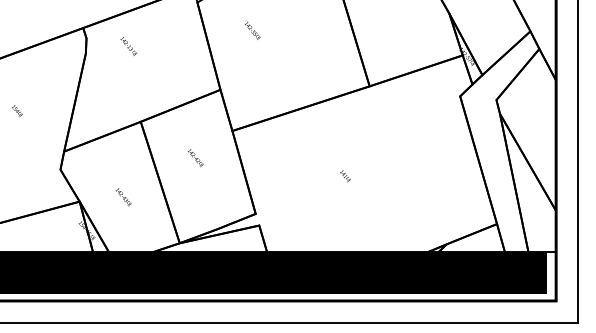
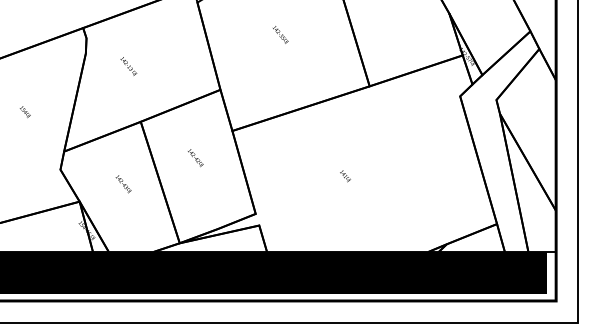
text at (252, 30) position: (252, 30) -> (280, 34)
text at (128, 46) position: (128, 46) -> (128, 66)
text at (16, 111) position: (16, 111) -> (24, 112)
text at (123, 197) position: (123, 197) -> (123, 184)
